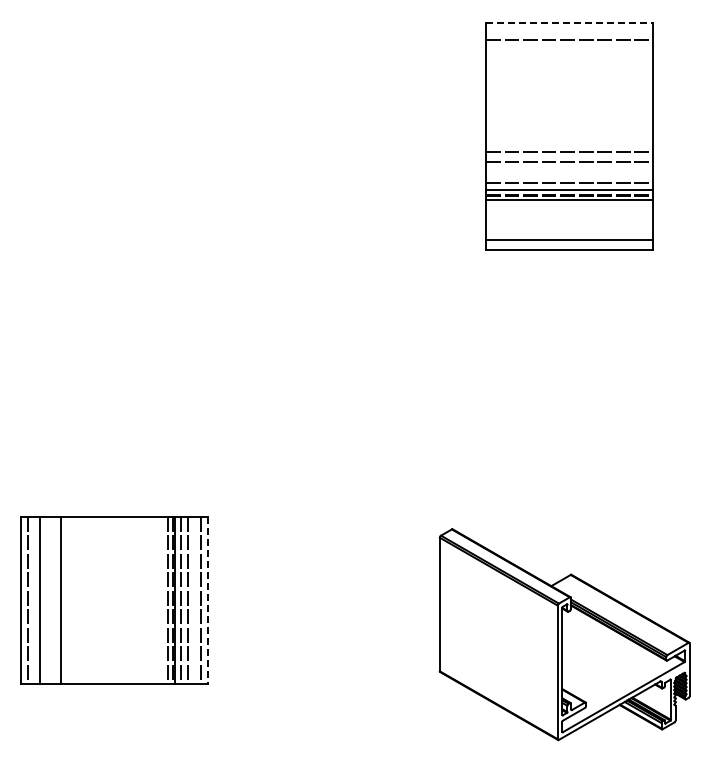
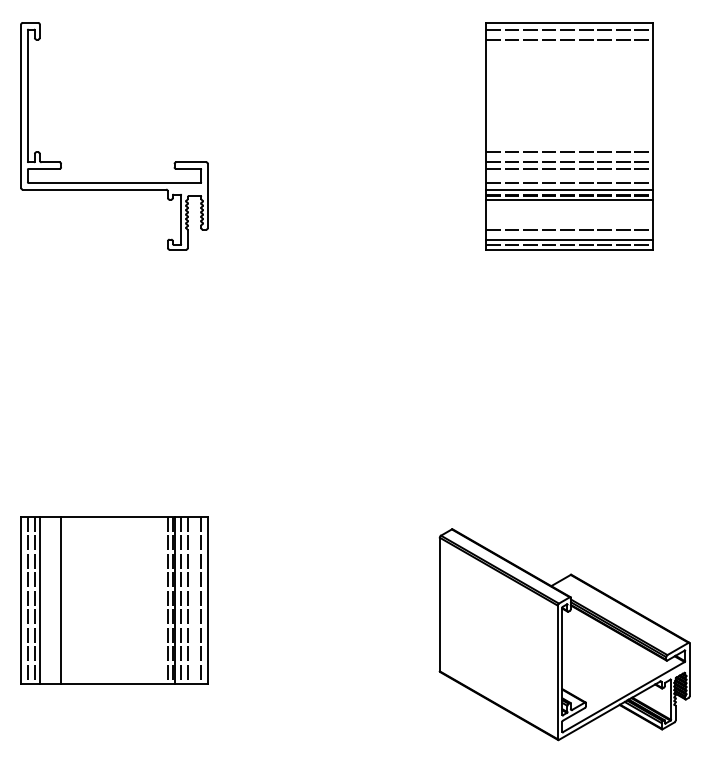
line at (569, 22): dashed -> solid
line at (569, 29): none -> present
line at (569, 168): none -> present
part at (114, 182): none -> present
line at (569, 229): none -> present
line at (569, 244): none -> present
line at (34, 599): none -> present
line at (207, 600): dashed -> solid
